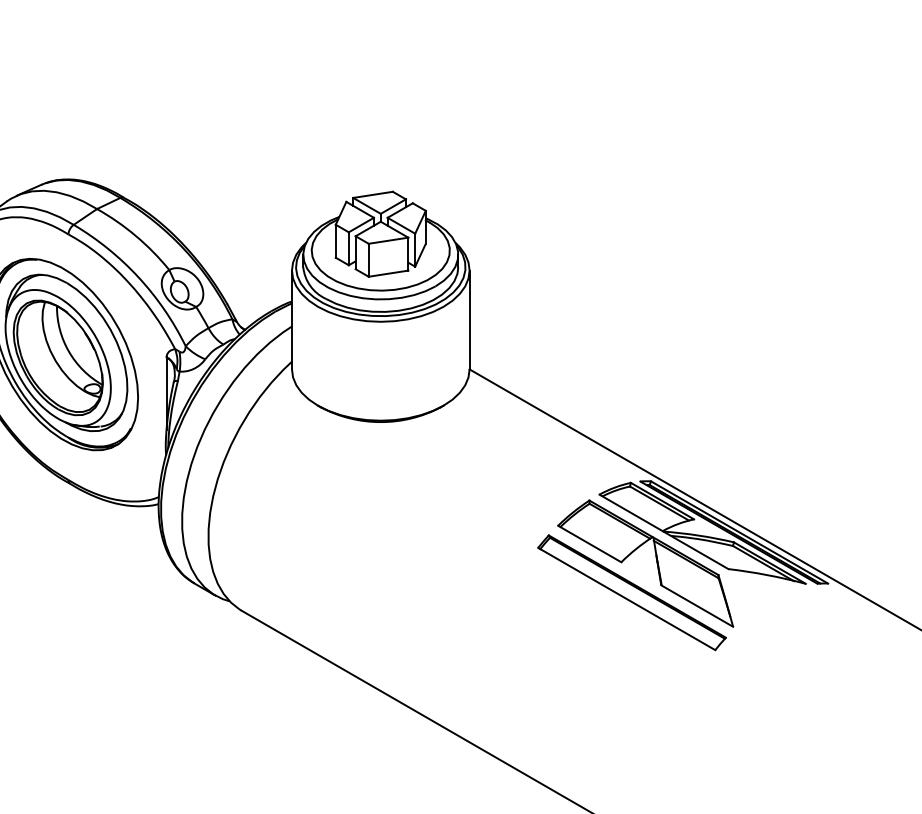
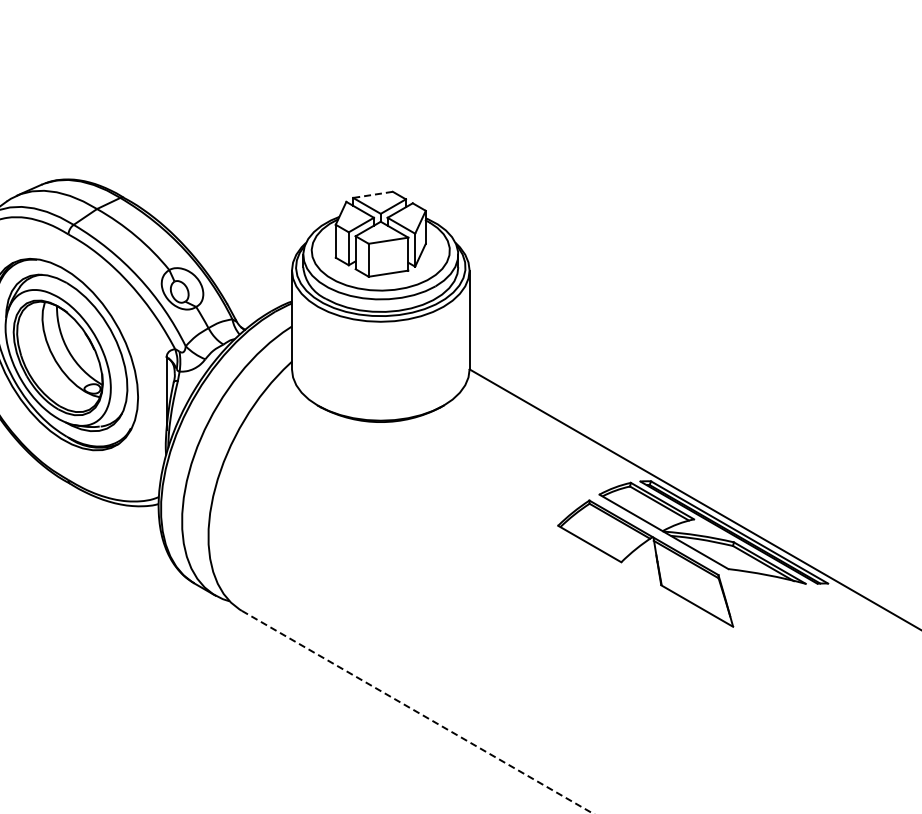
line at (373, 194): solid -> dashed
part at (631, 592): present -> none
line at (417, 712): solid -> dashed
